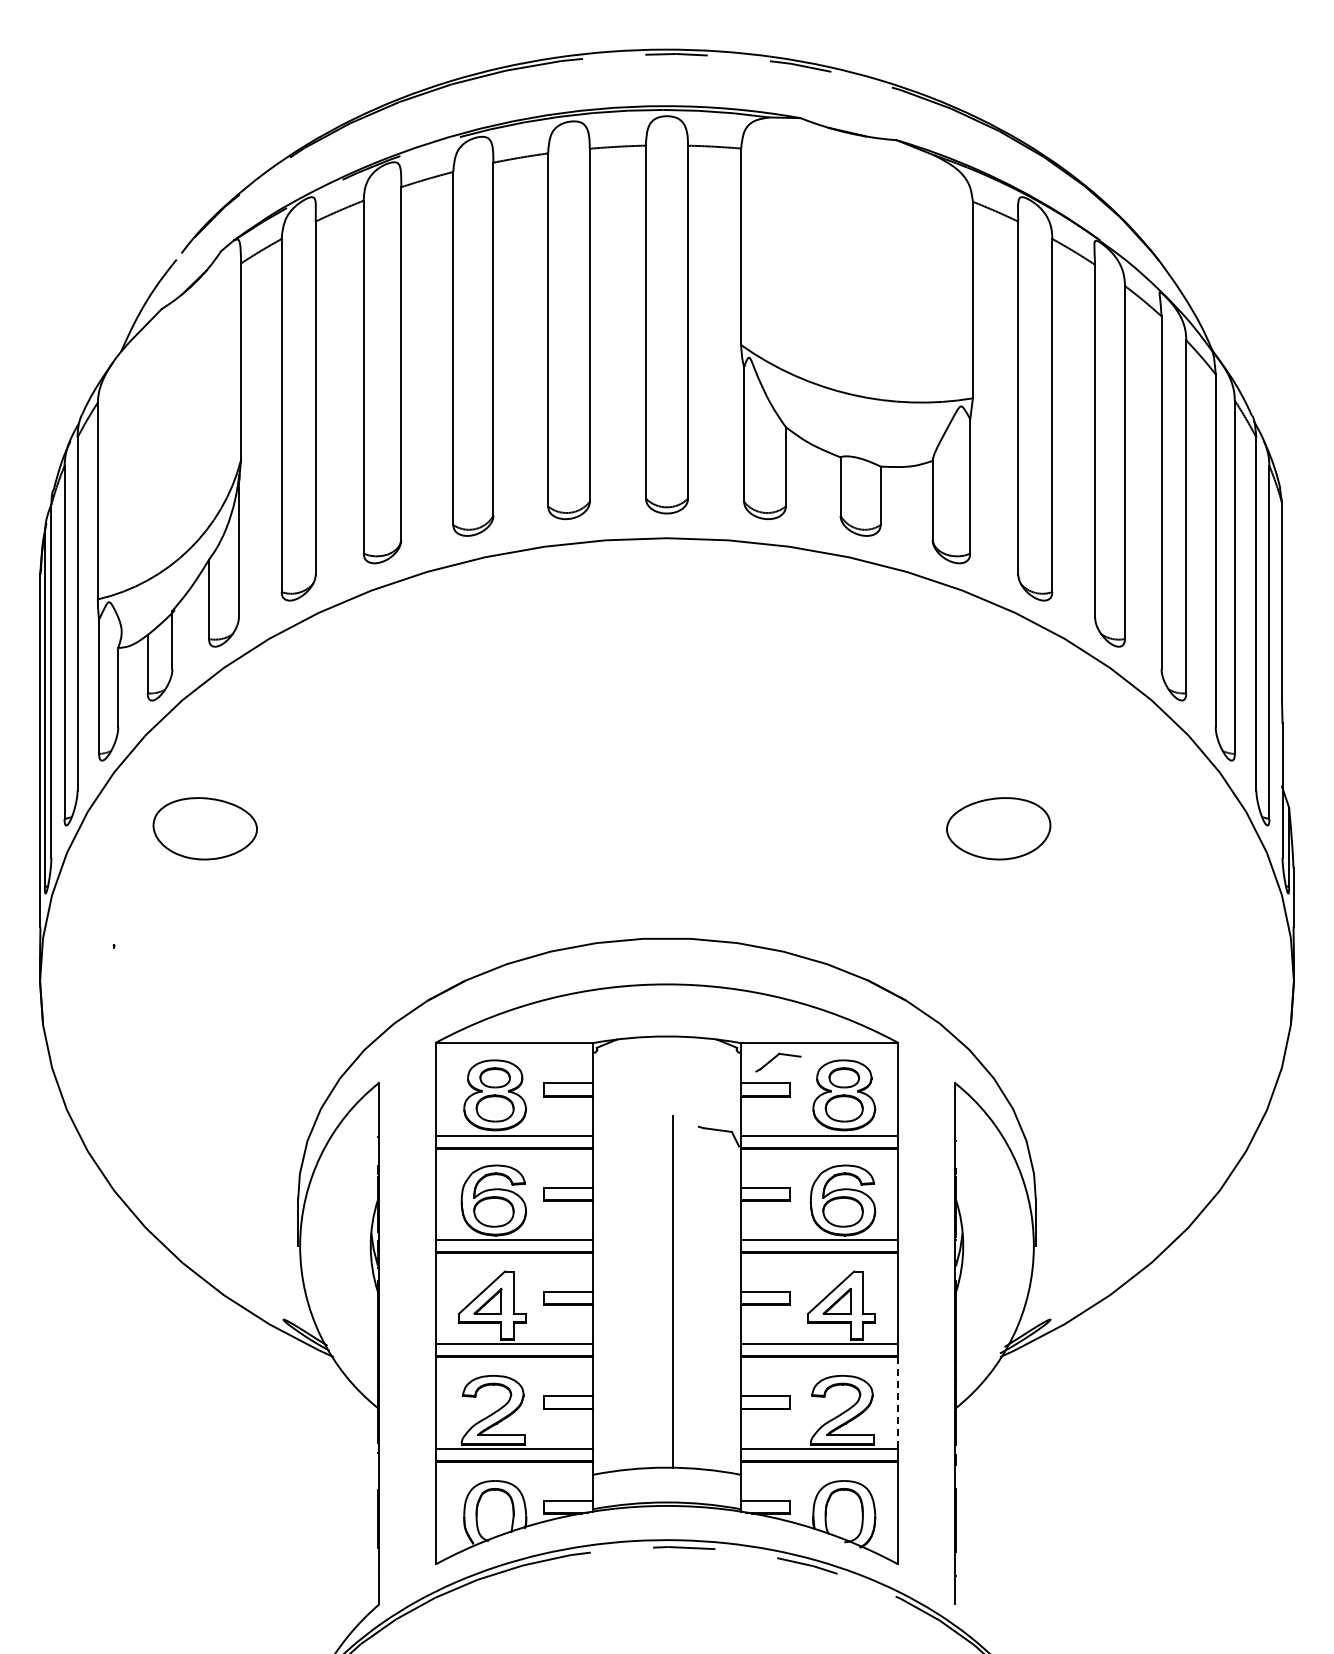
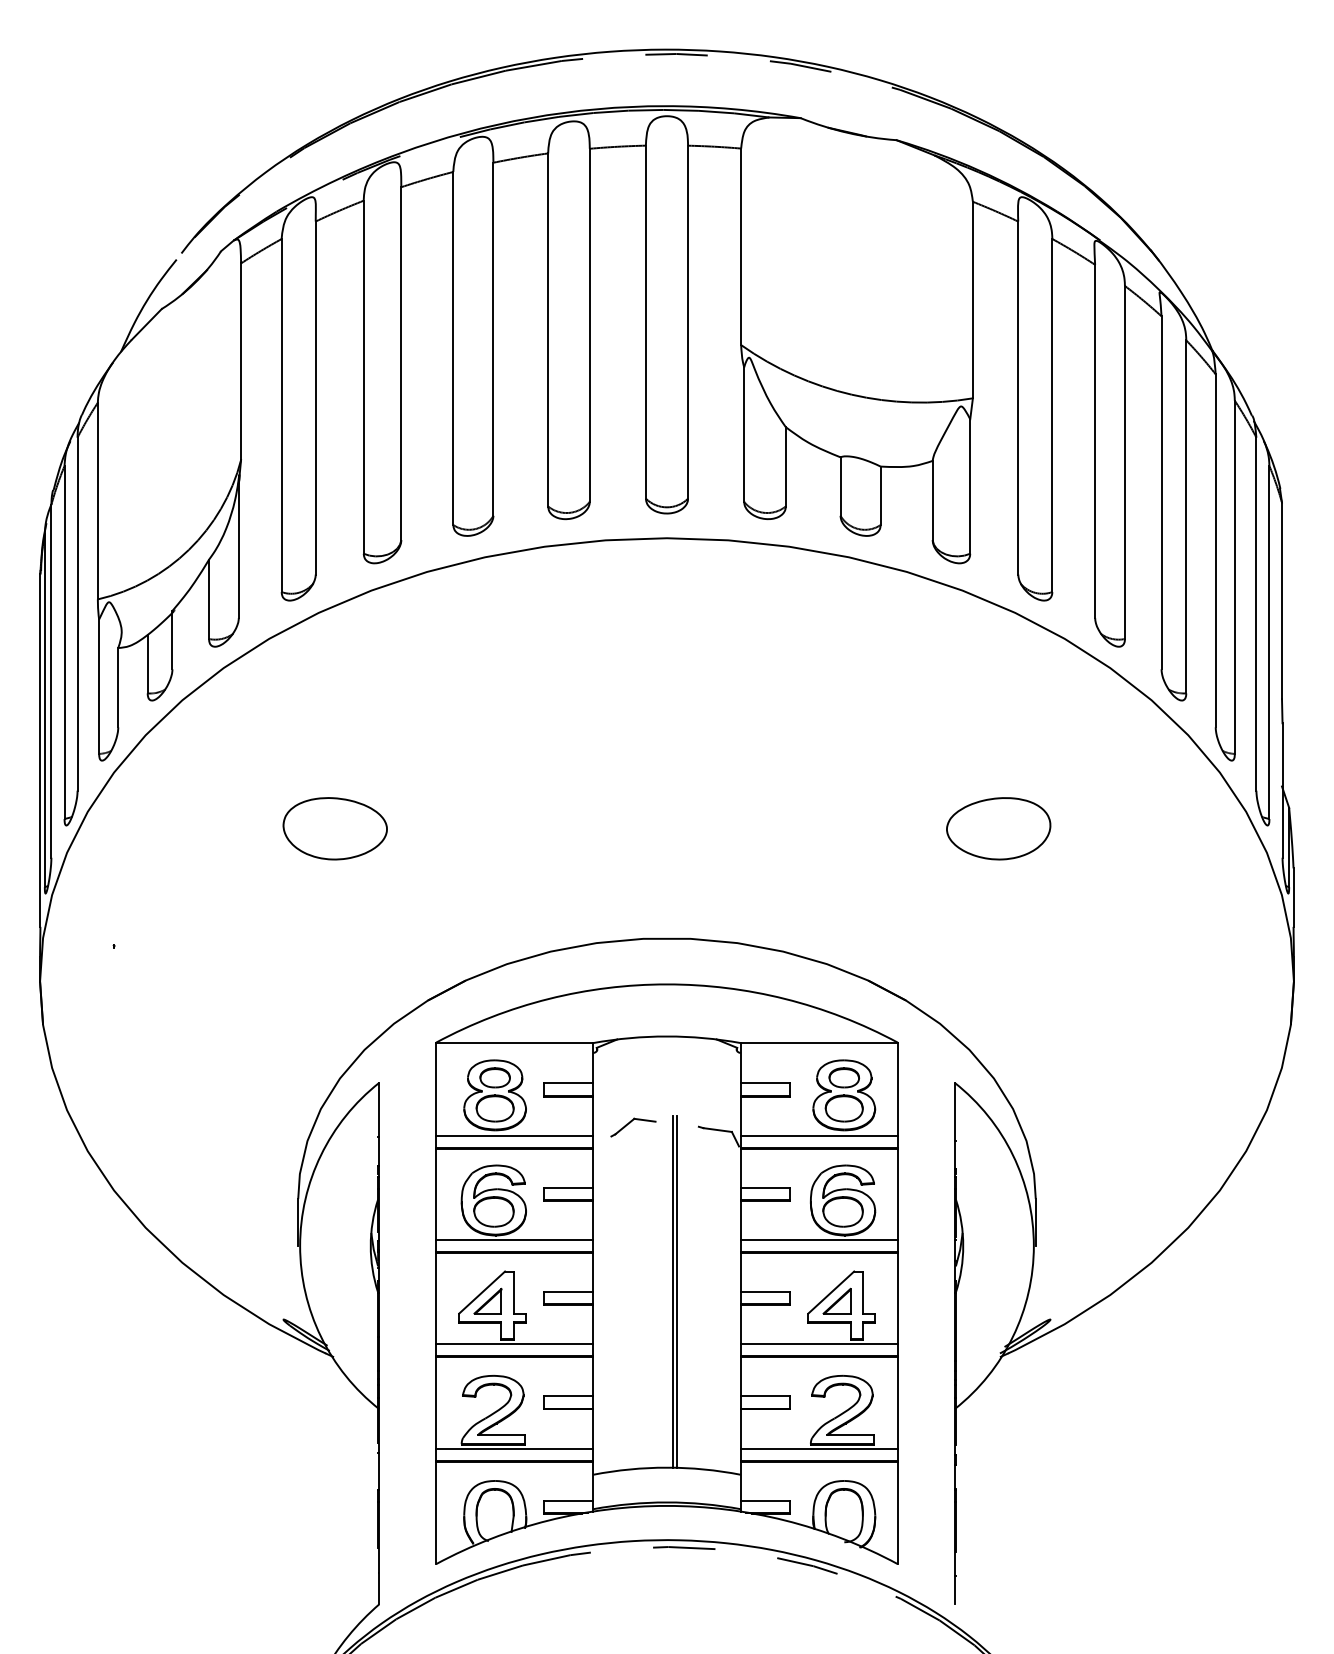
part at (204, 828) position: (204, 828) -> (334, 828)
part at (778, 1062) position: (778, 1062) -> (633, 1127)
line at (676, 1291): none -> present
line at (897, 1402): dashed -> solid
